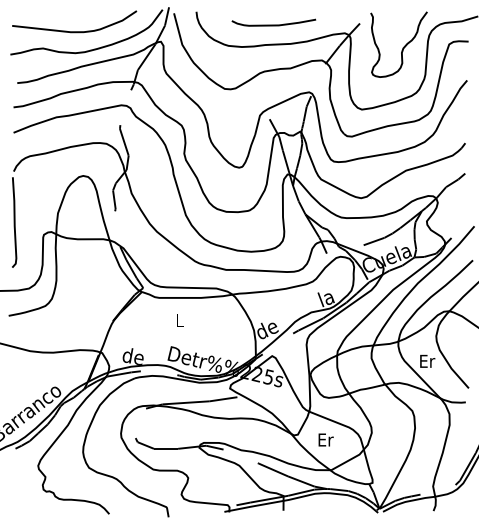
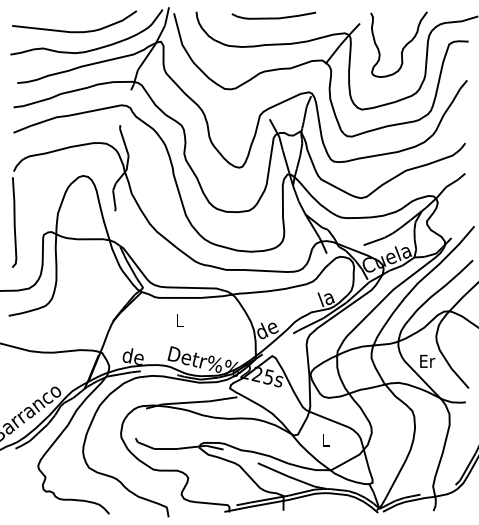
curve at (273, 24) position: (273, 24) -> (273, 17)
text at (325, 439): Er -> L
